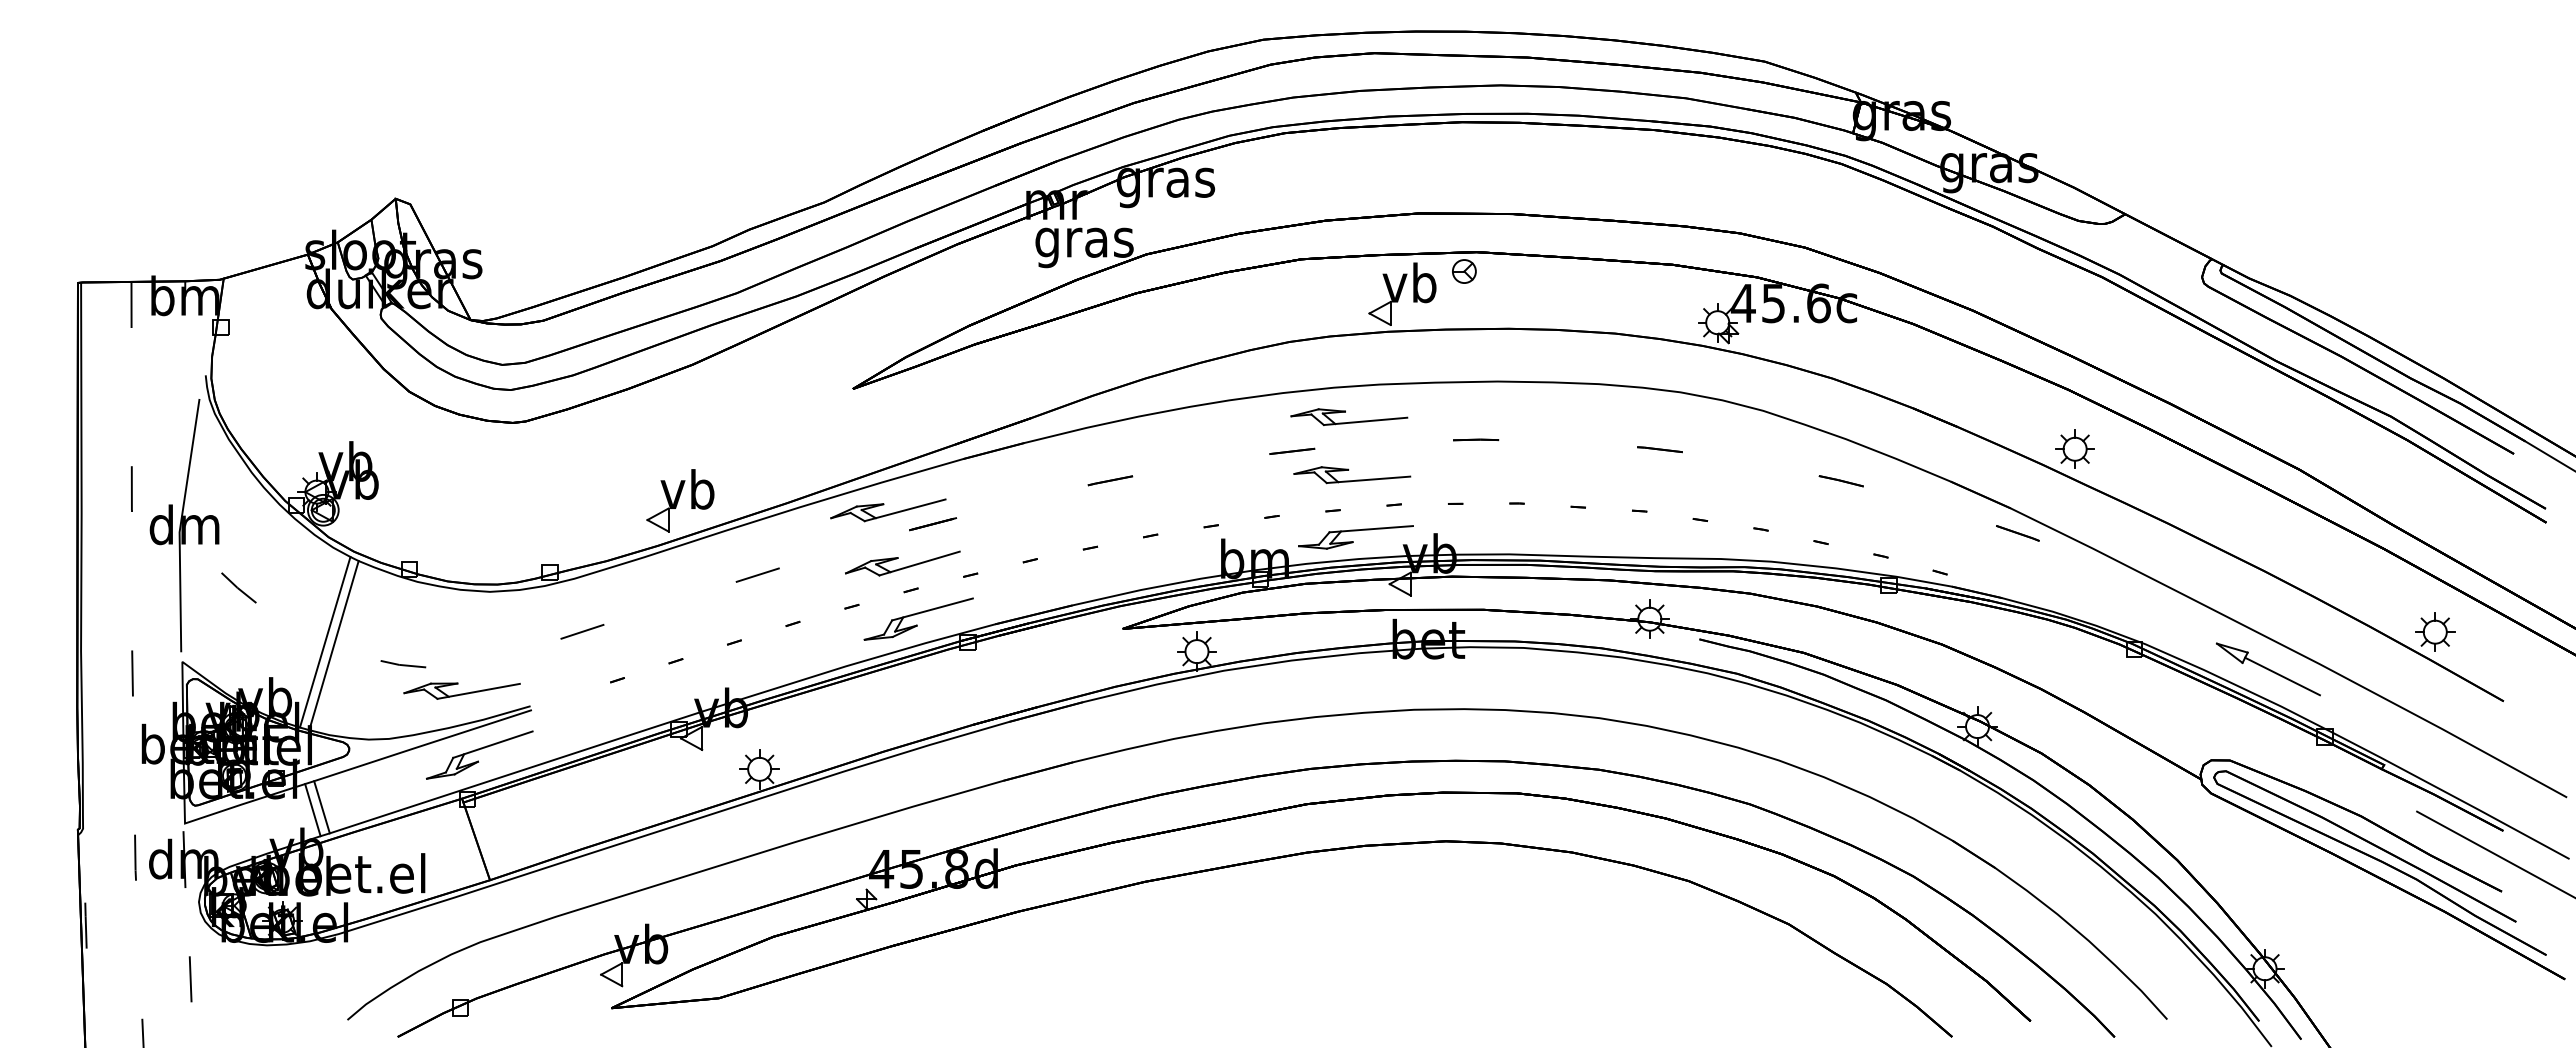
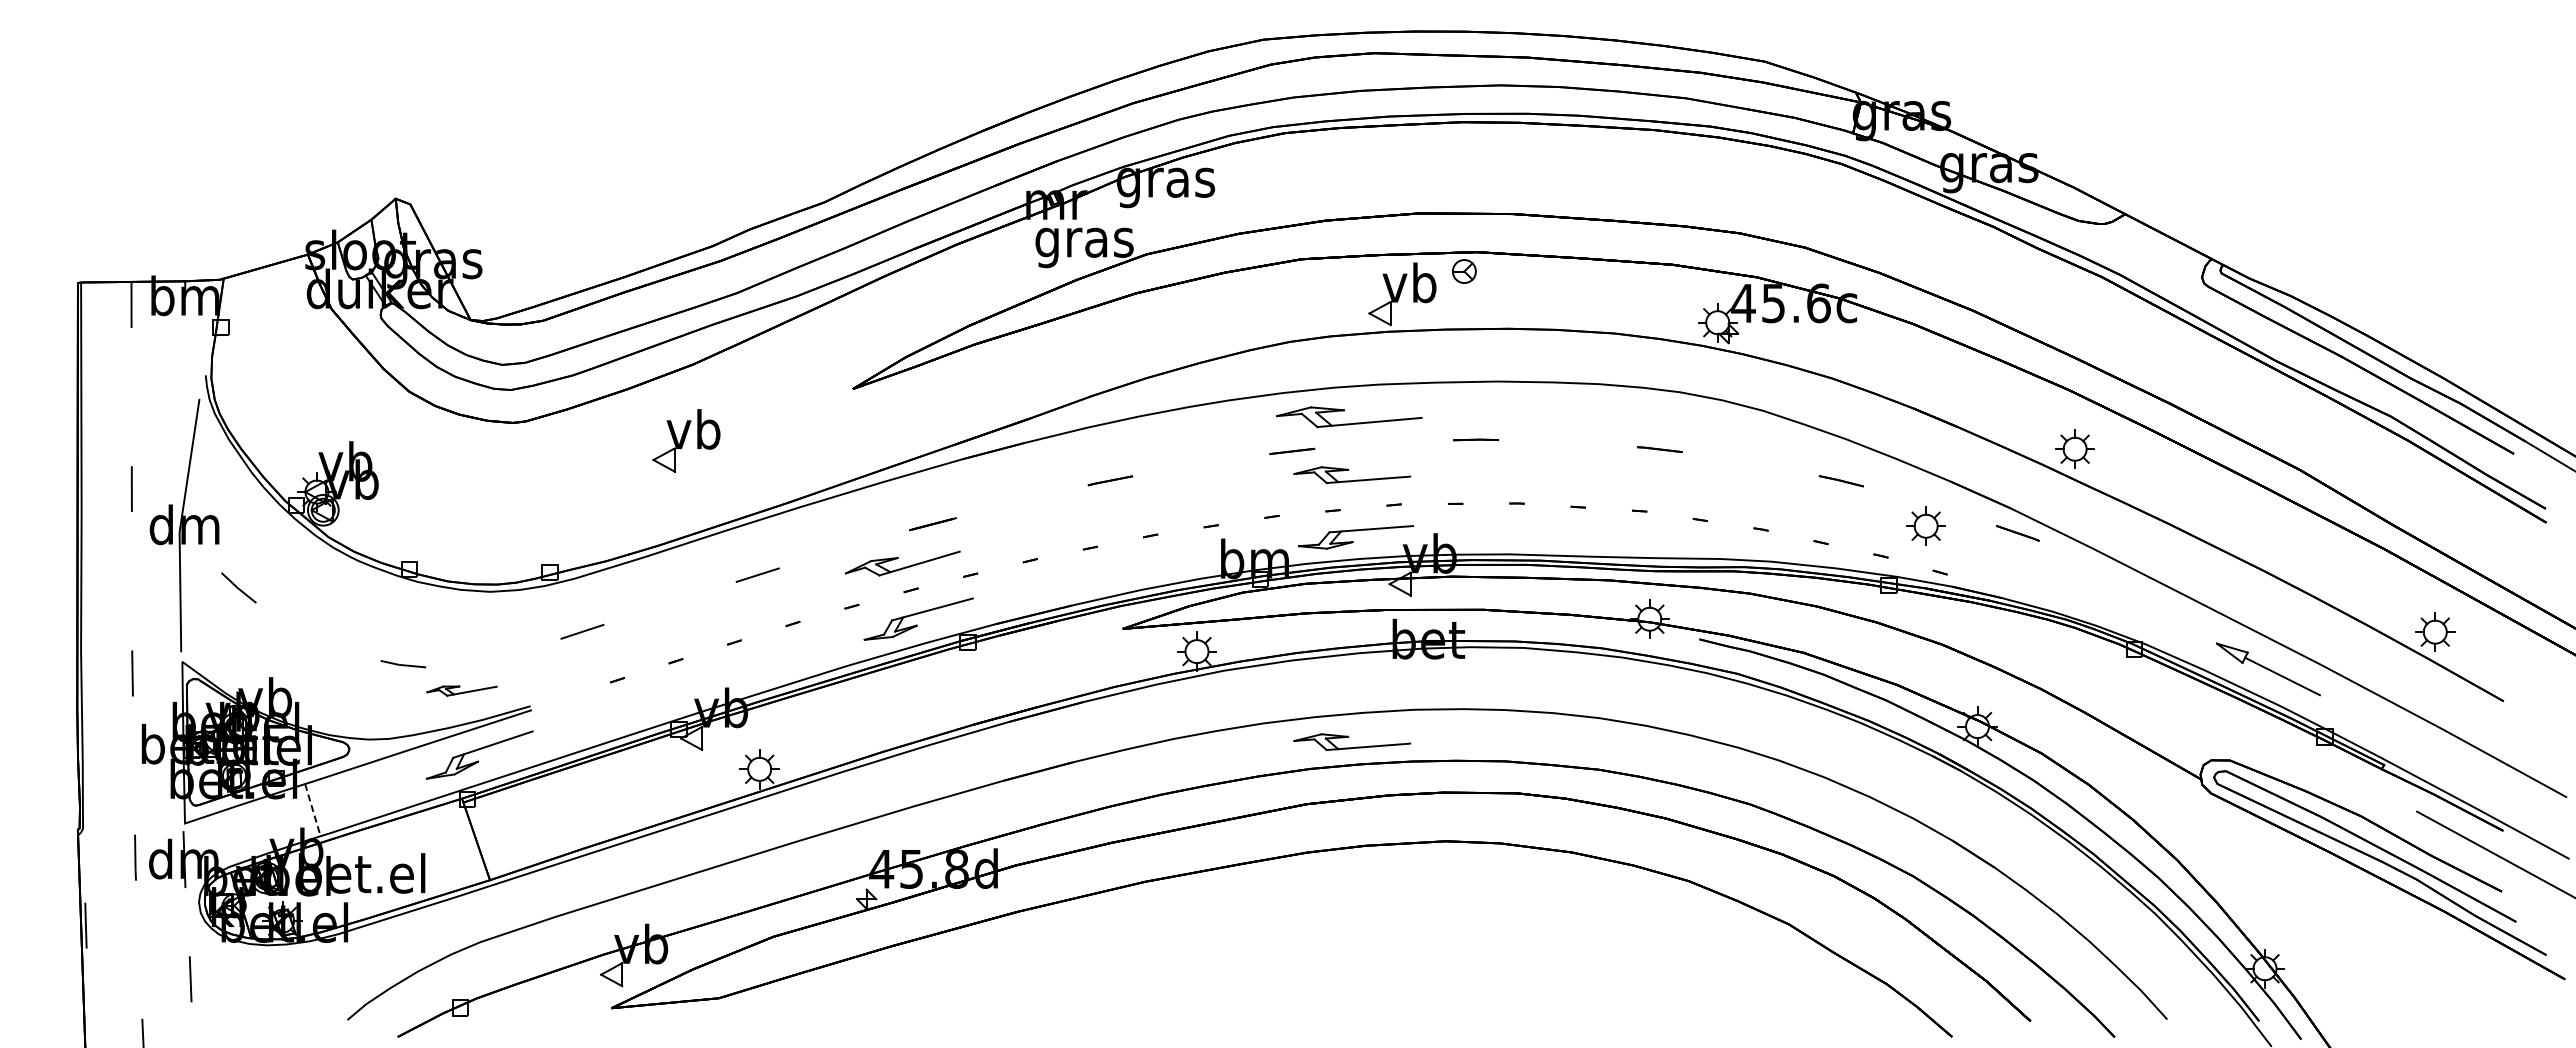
part at (1349, 416) size: 119x18 px -> 147x23 px
part at (680, 500) position: (680, 500) -> (686, 440)
part at (888, 510): present -> none
part at (1925, 525): none -> present
line at (324, 642): present -> none
line at (333, 645): present -> none
part at (461, 690) size: 118x18 px -> 72x12 px
part at (1352, 742): none -> present
line at (321, 807): present -> none
line at (313, 810): solid -> dashed
